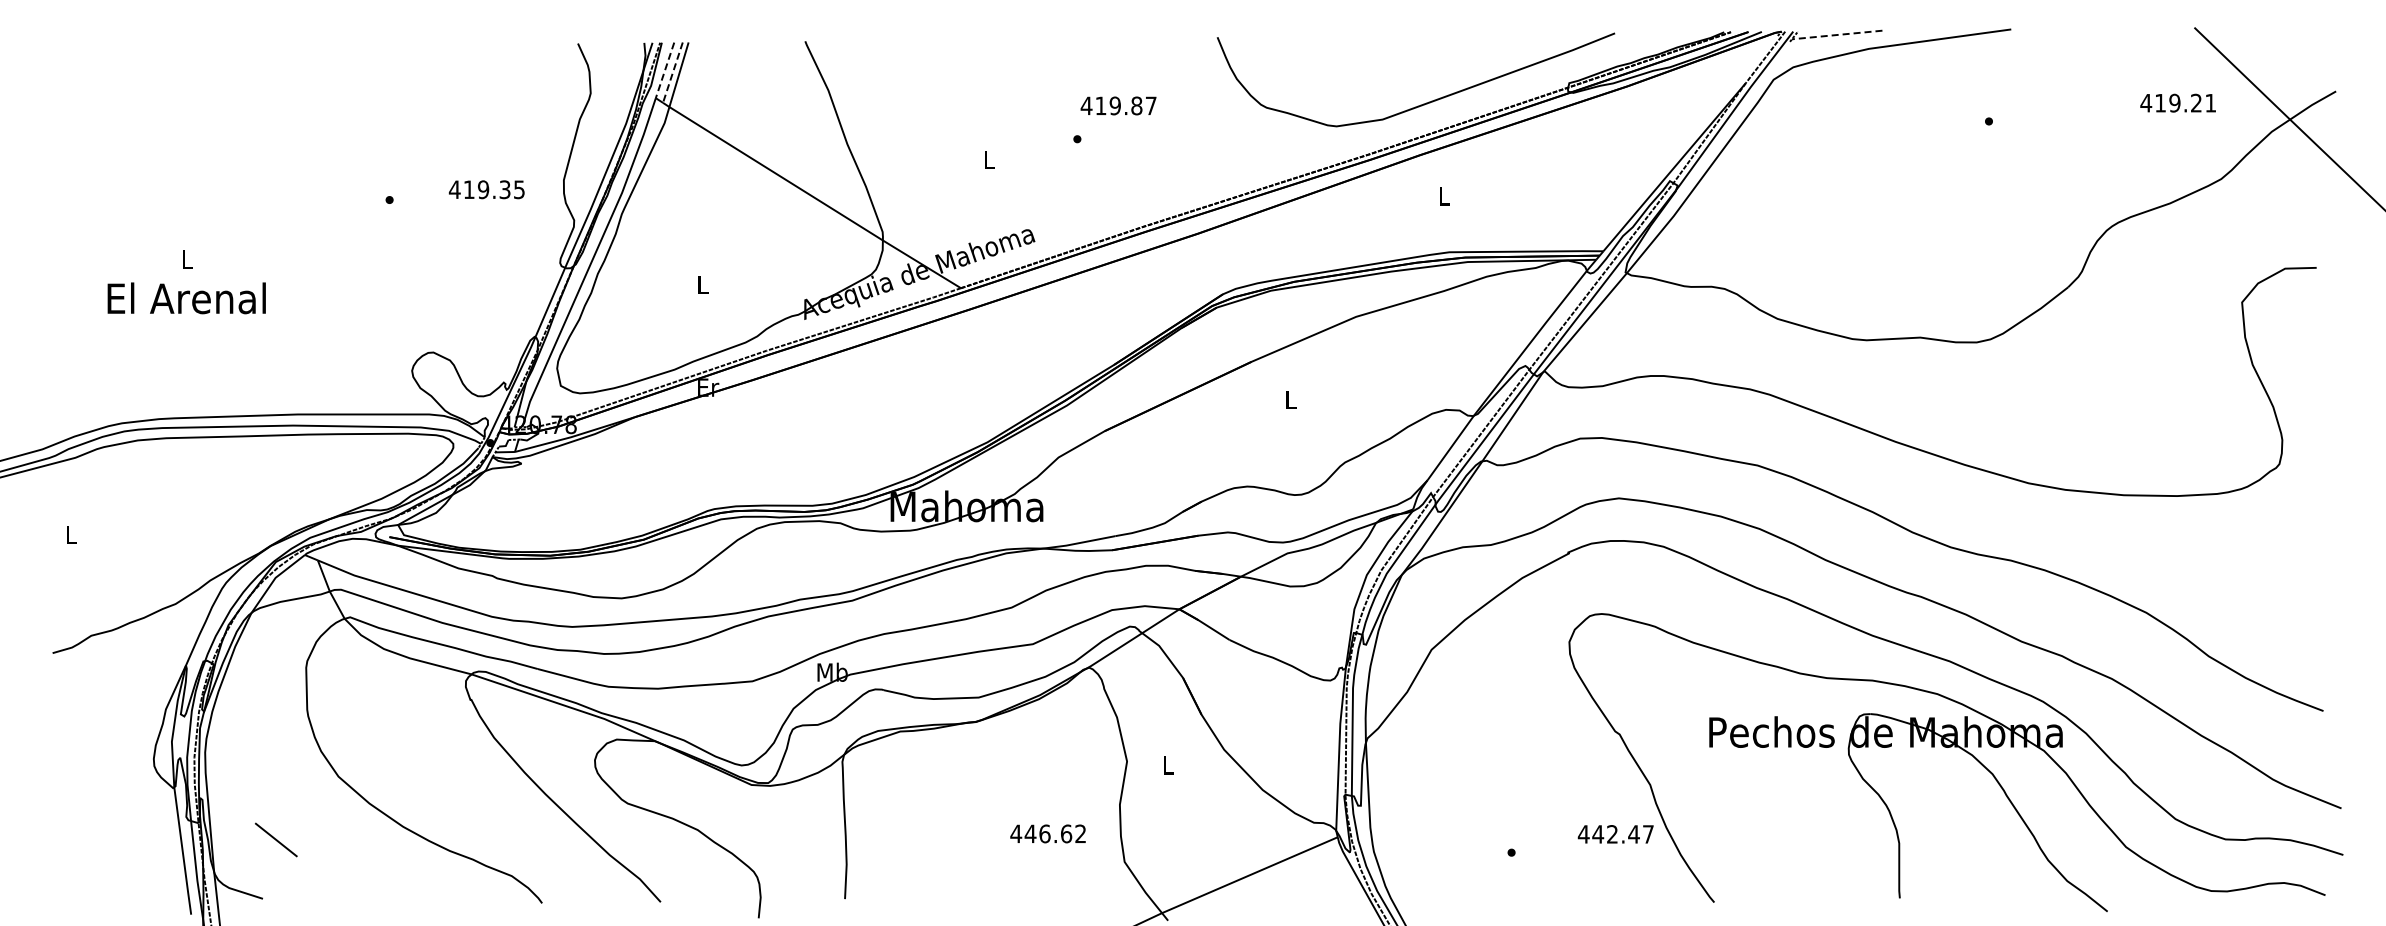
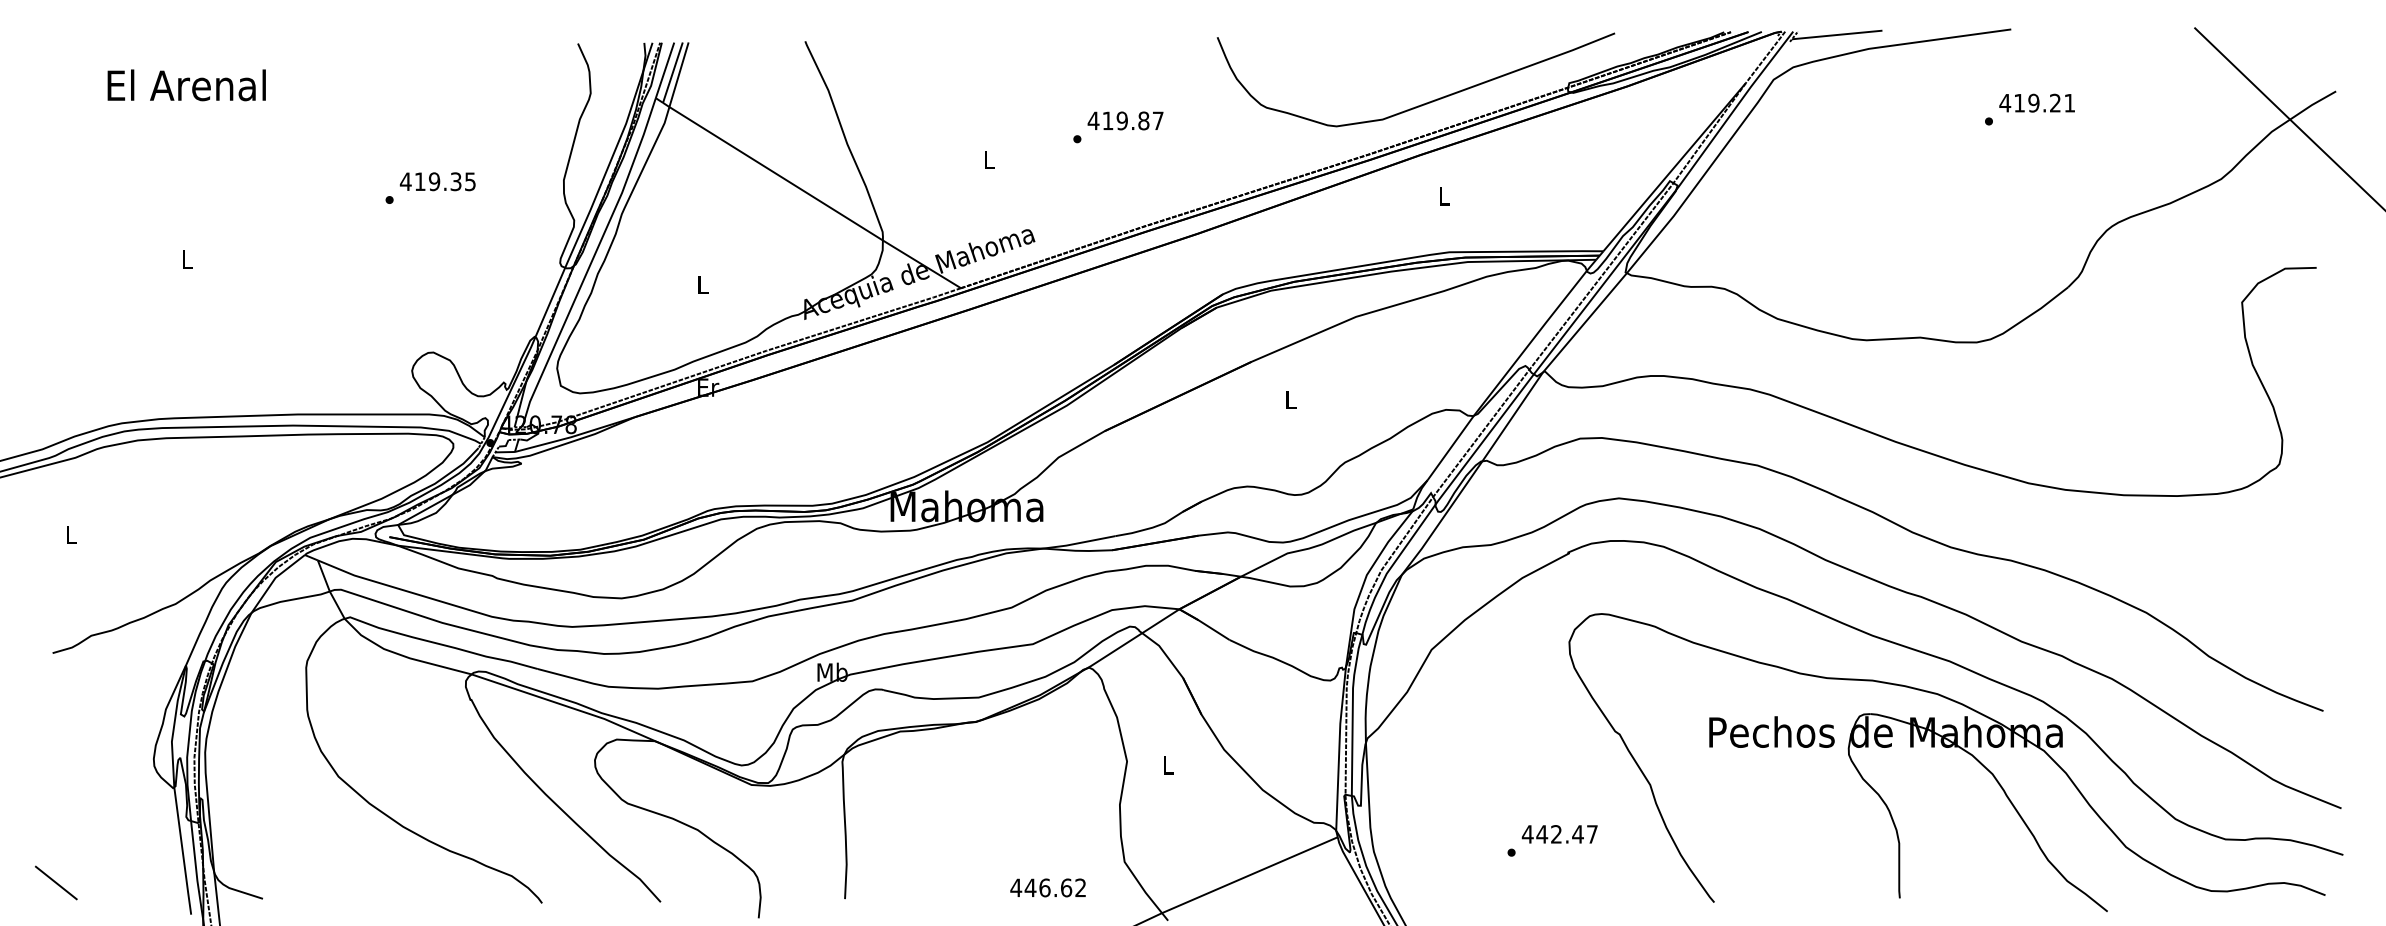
line at (1836, 35): dashed -> solid
line at (664, 70): dashed -> solid
line at (672, 72): dashed -> solid
text at (2177, 102) position: (2177, 102) -> (2036, 102)
text at (1118, 105) position: (1118, 105) -> (1125, 120)
text at (486, 189) position: (486, 189) -> (437, 181)
text at (186, 298) position: (186, 298) -> (186, 85)
text at (1047, 833) position: (1047, 833) -> (1047, 887)
text at (1615, 834) position: (1615, 834) -> (1559, 834)
line at (276, 839) position: (276, 839) -> (56, 882)
